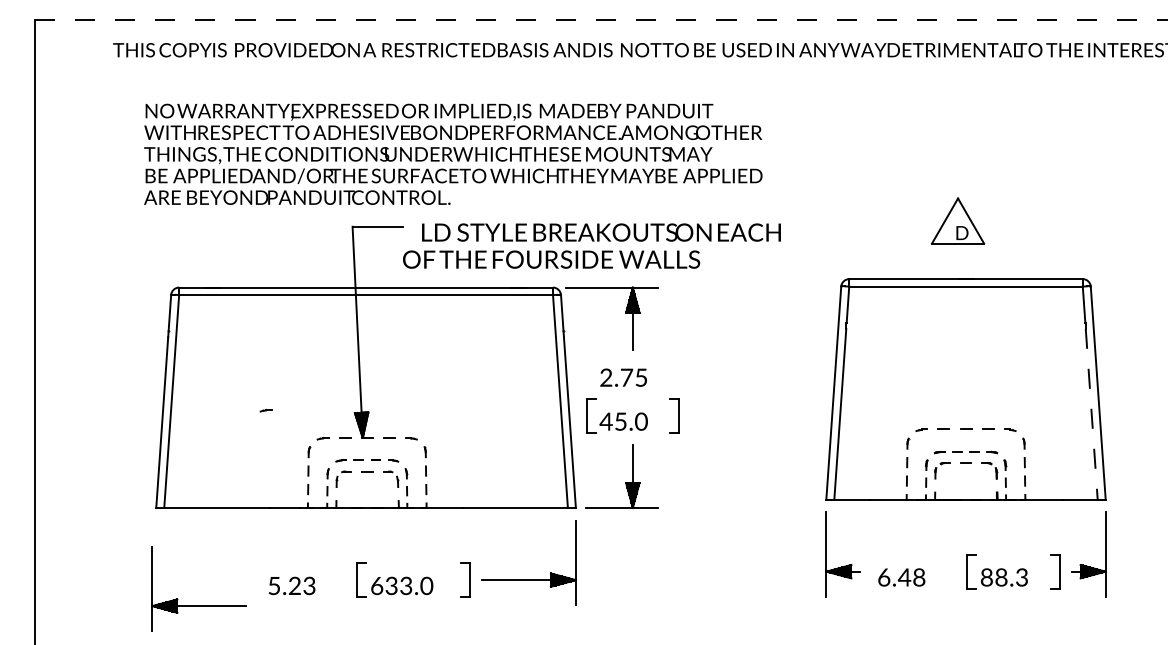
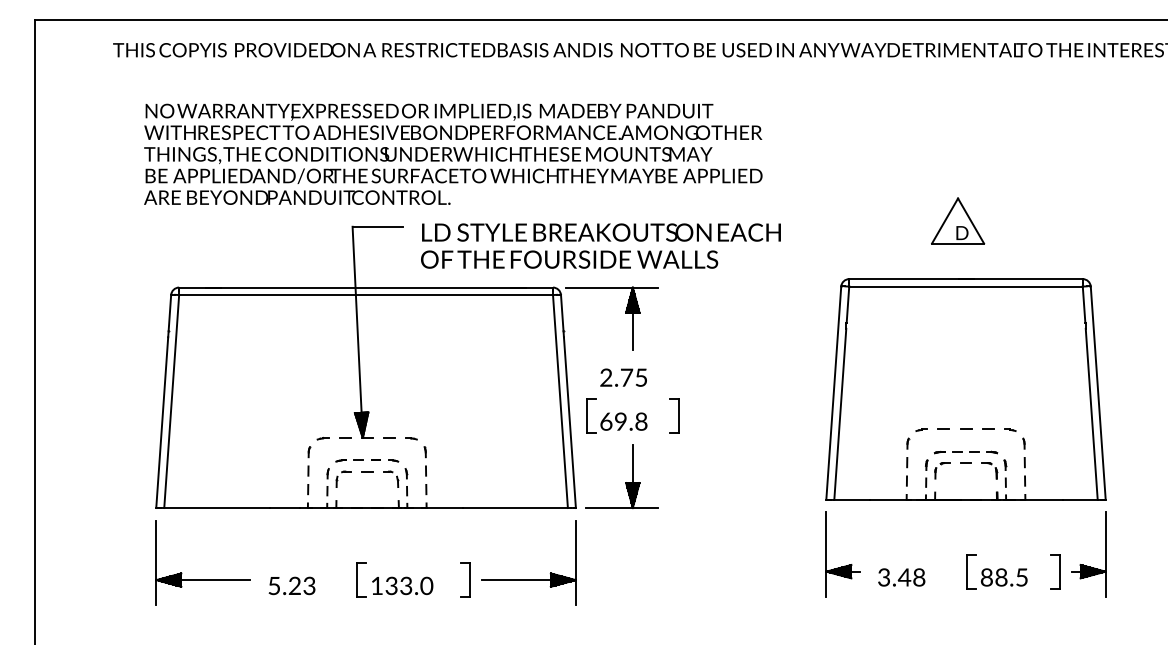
line at (601, 19): dashed -> solid
text at (551, 259) position: (551, 259) -> (569, 259)
part at (265, 410): present -> none
line at (1091, 414): dashed -> solid
text at (623, 421): 45.0 -> 69.8
text at (884, 577): 6.48 -> 3.48
text at (1021, 577): 88.3 -> 88.5
text at (377, 585): 633.0 -> 133.0
part at (198, 605) position: (198, 605) -> (202, 579)
